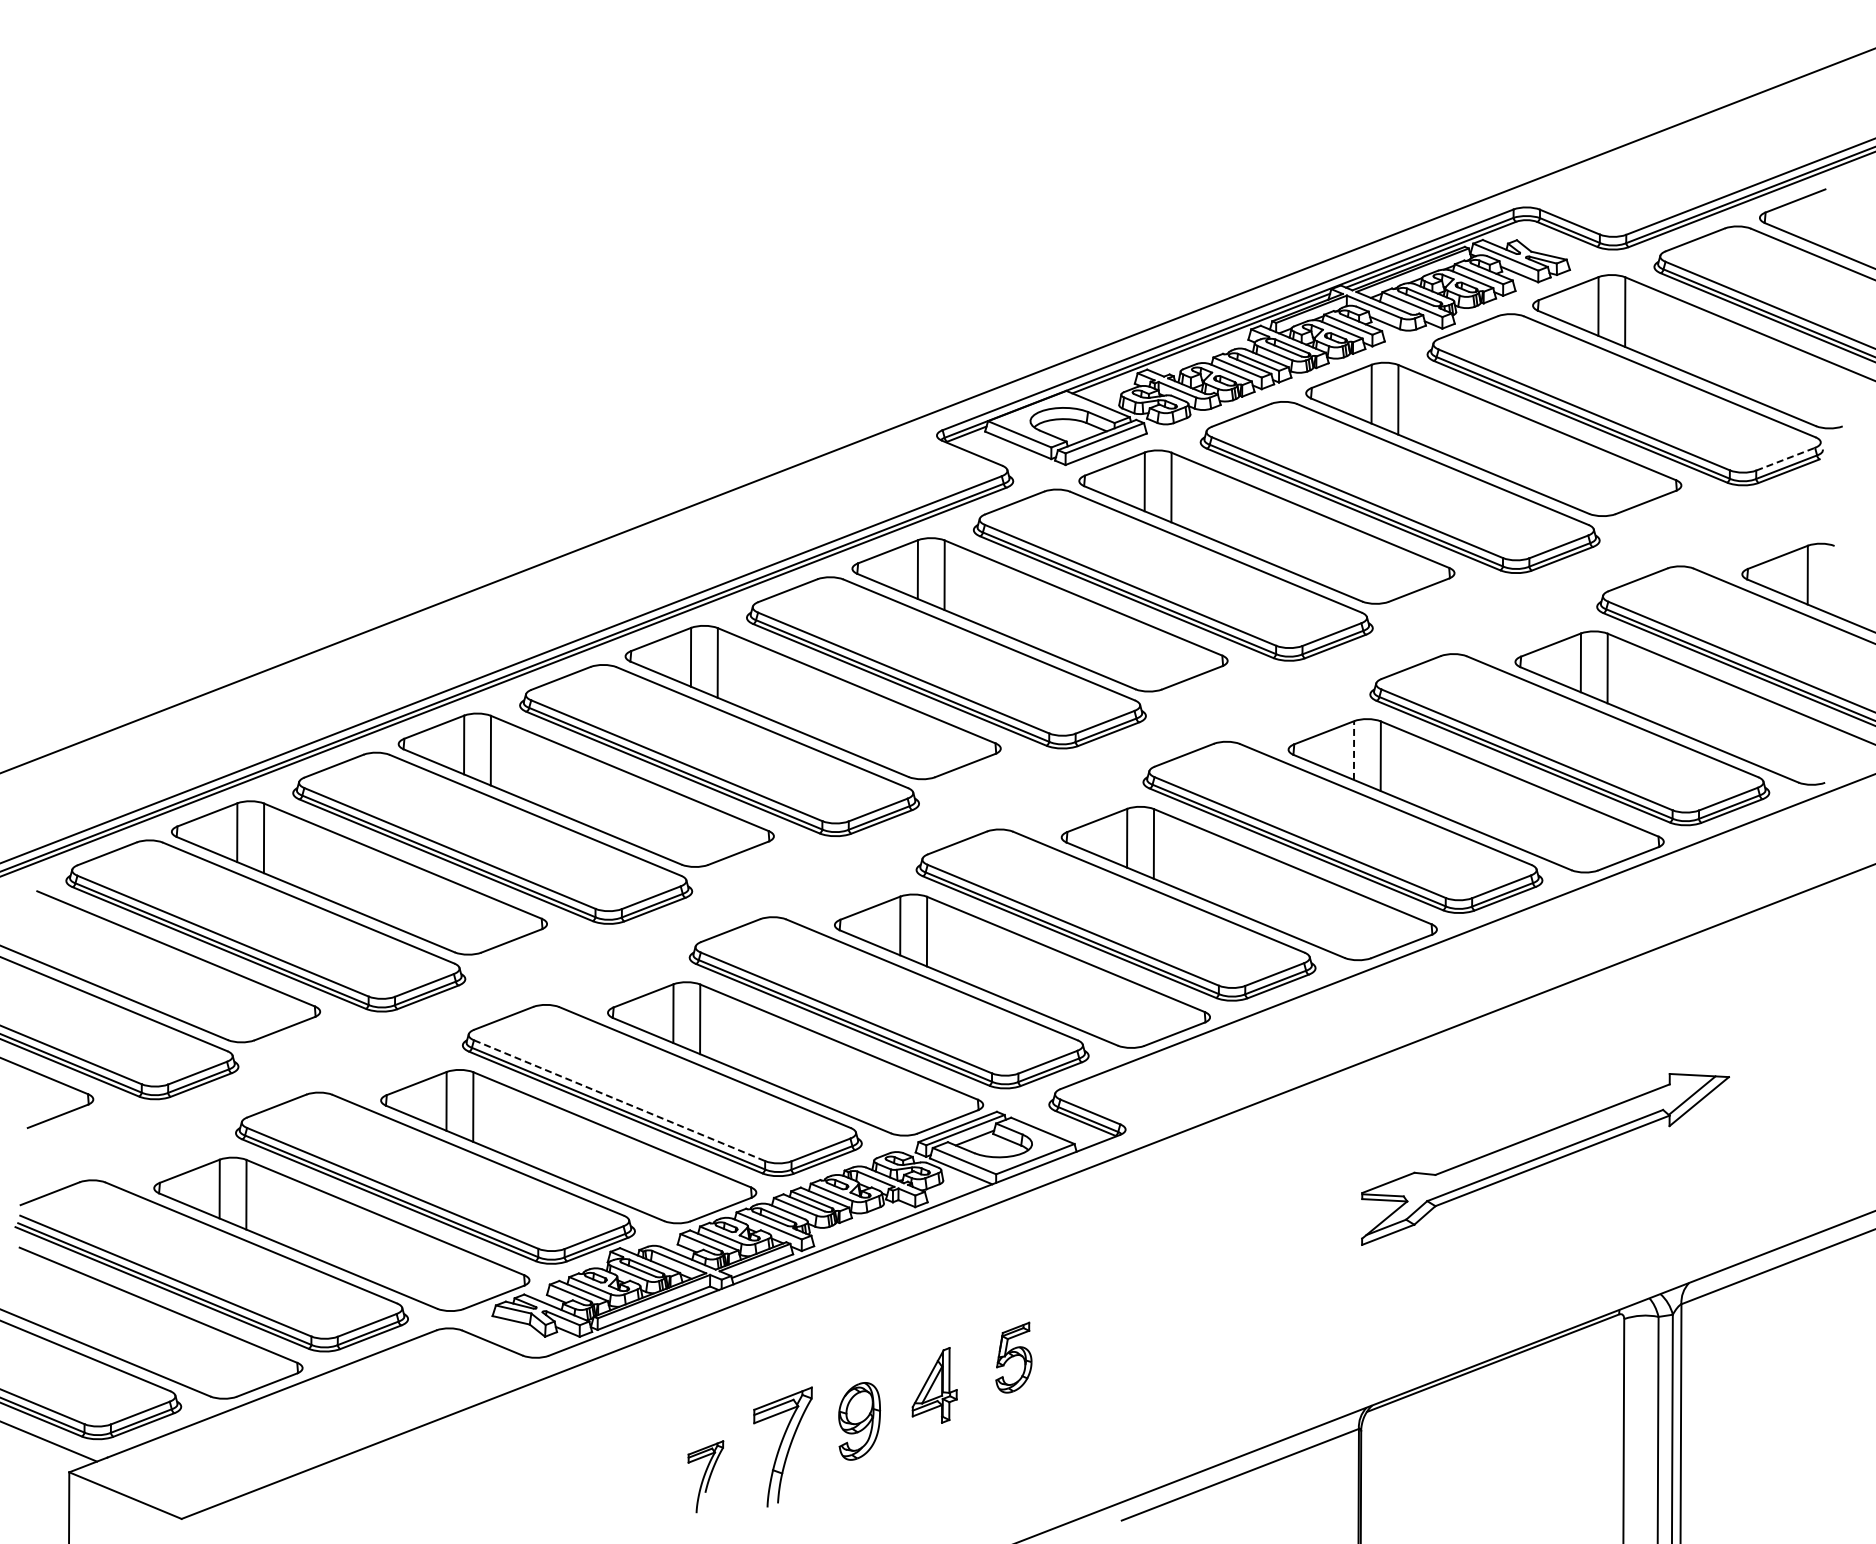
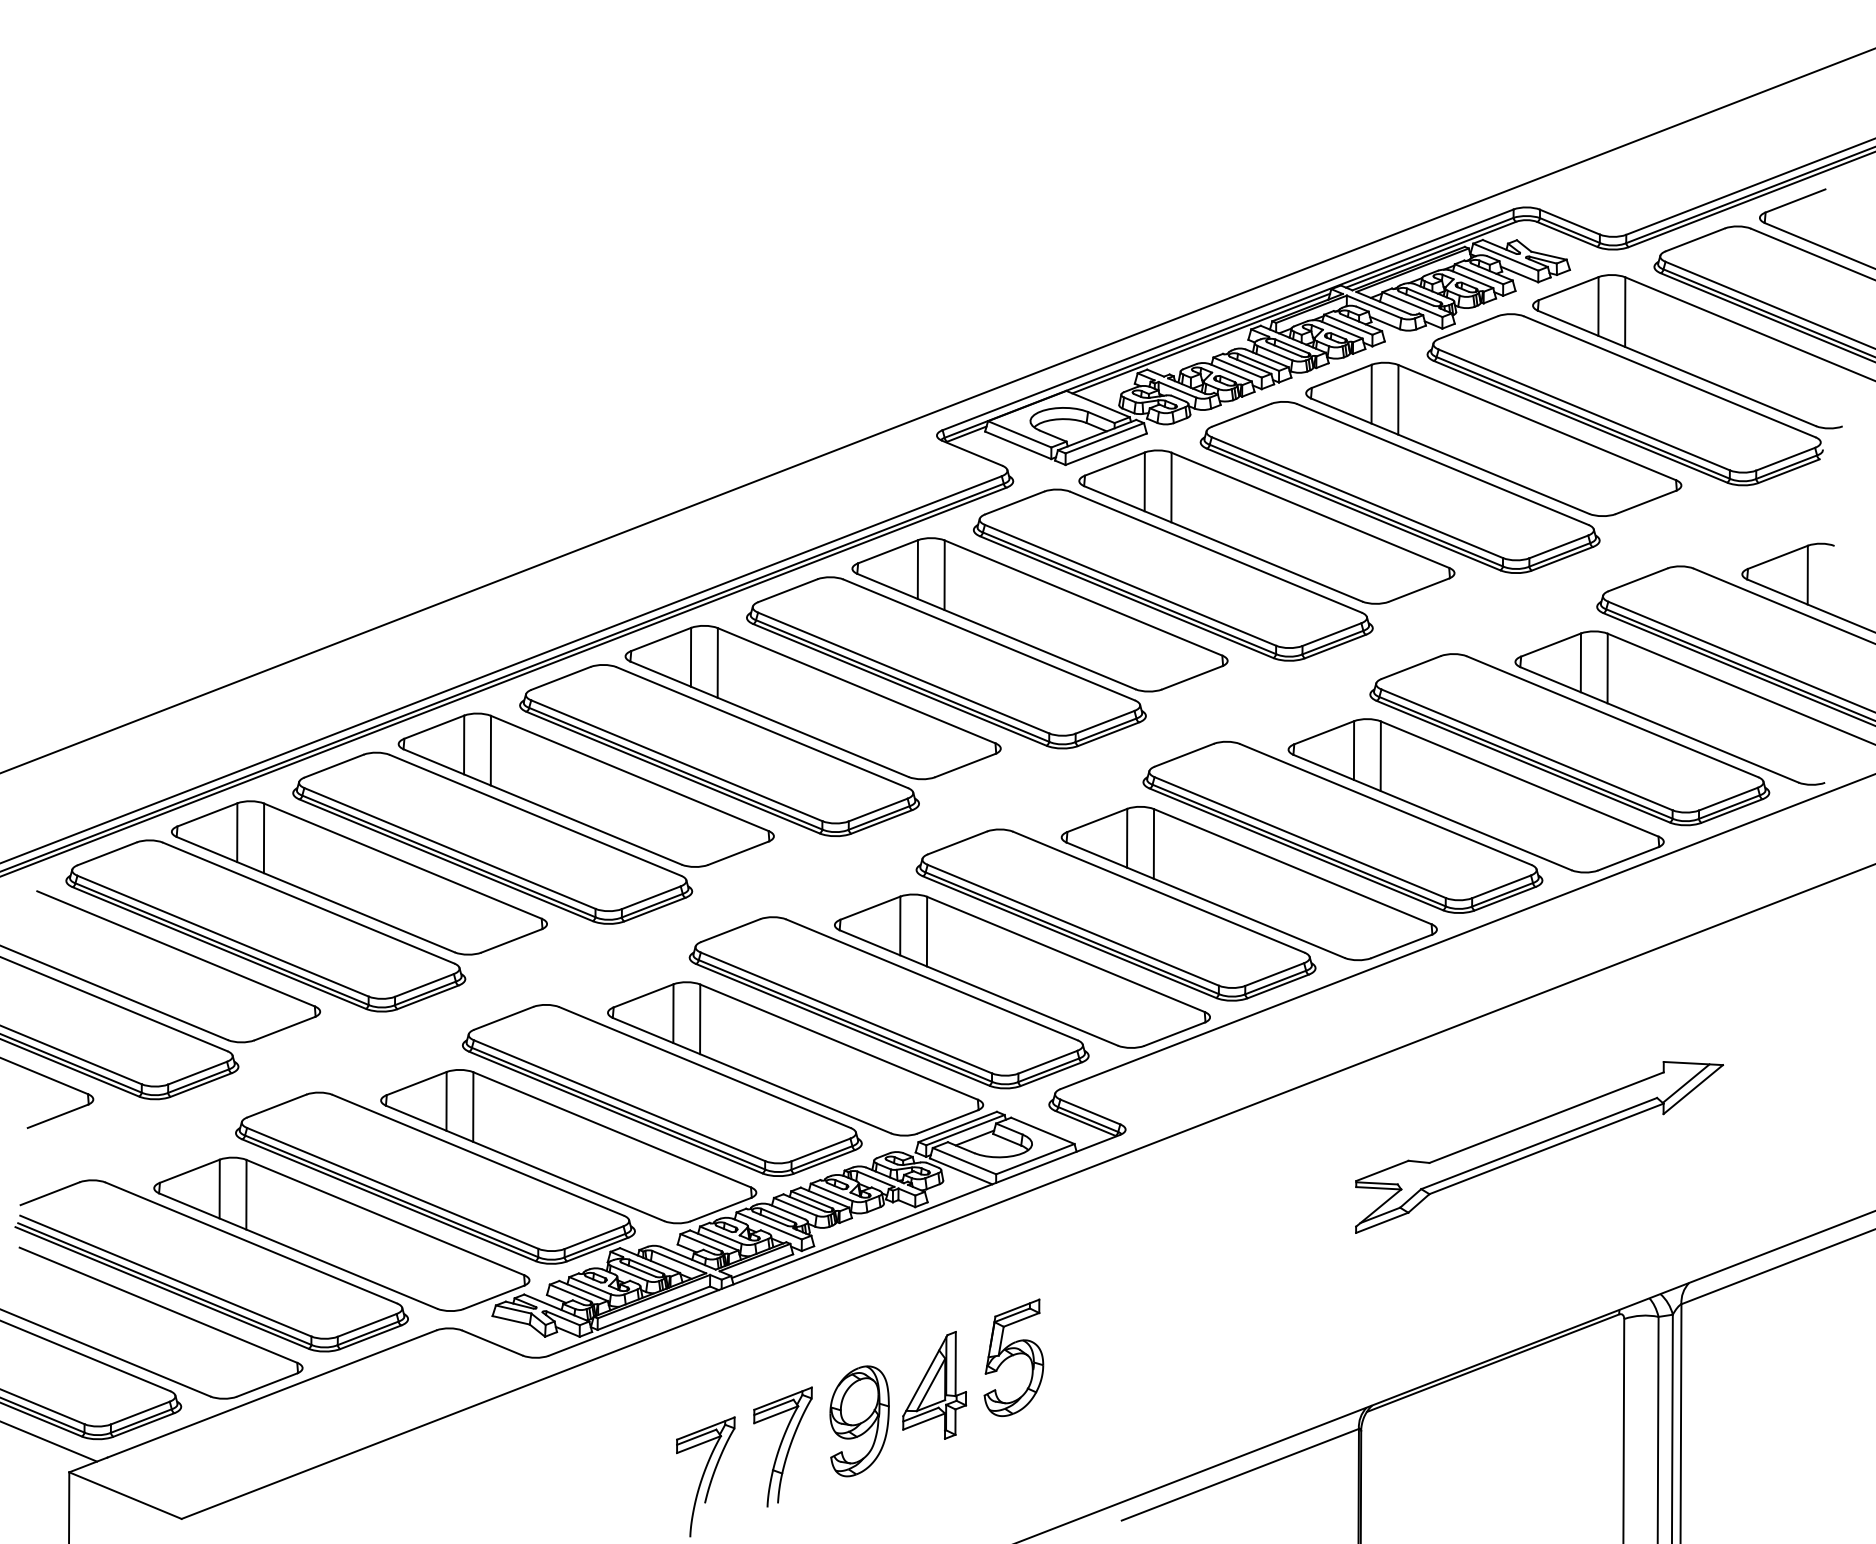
line at (1785, 459): dashed -> solid
line at (1354, 750): dashed -> solid
line at (619, 1100): dashed -> solid
part at (1545, 1159) position: (1545, 1159) -> (1539, 1147)
part at (1013, 1357) size: 38x73 px -> 62x119 px
part at (934, 1385) size: 47x77 px -> 66x109 px
part at (859, 1421) size: 44x79 px -> 61x113 px
part at (705, 1476) size: 38x74 px -> 60x122 px
